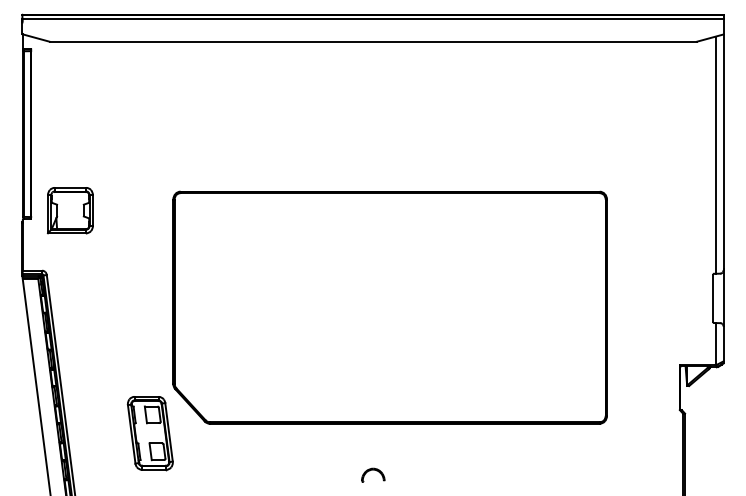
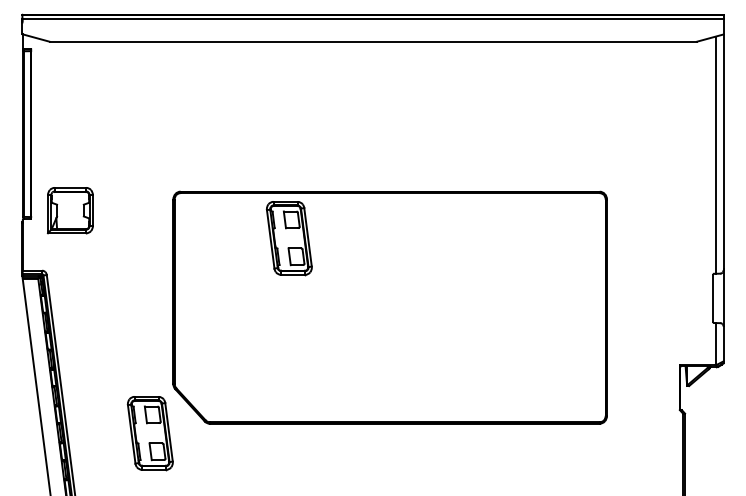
part at (288, 238): none -> present
part at (373, 474): present -> none
